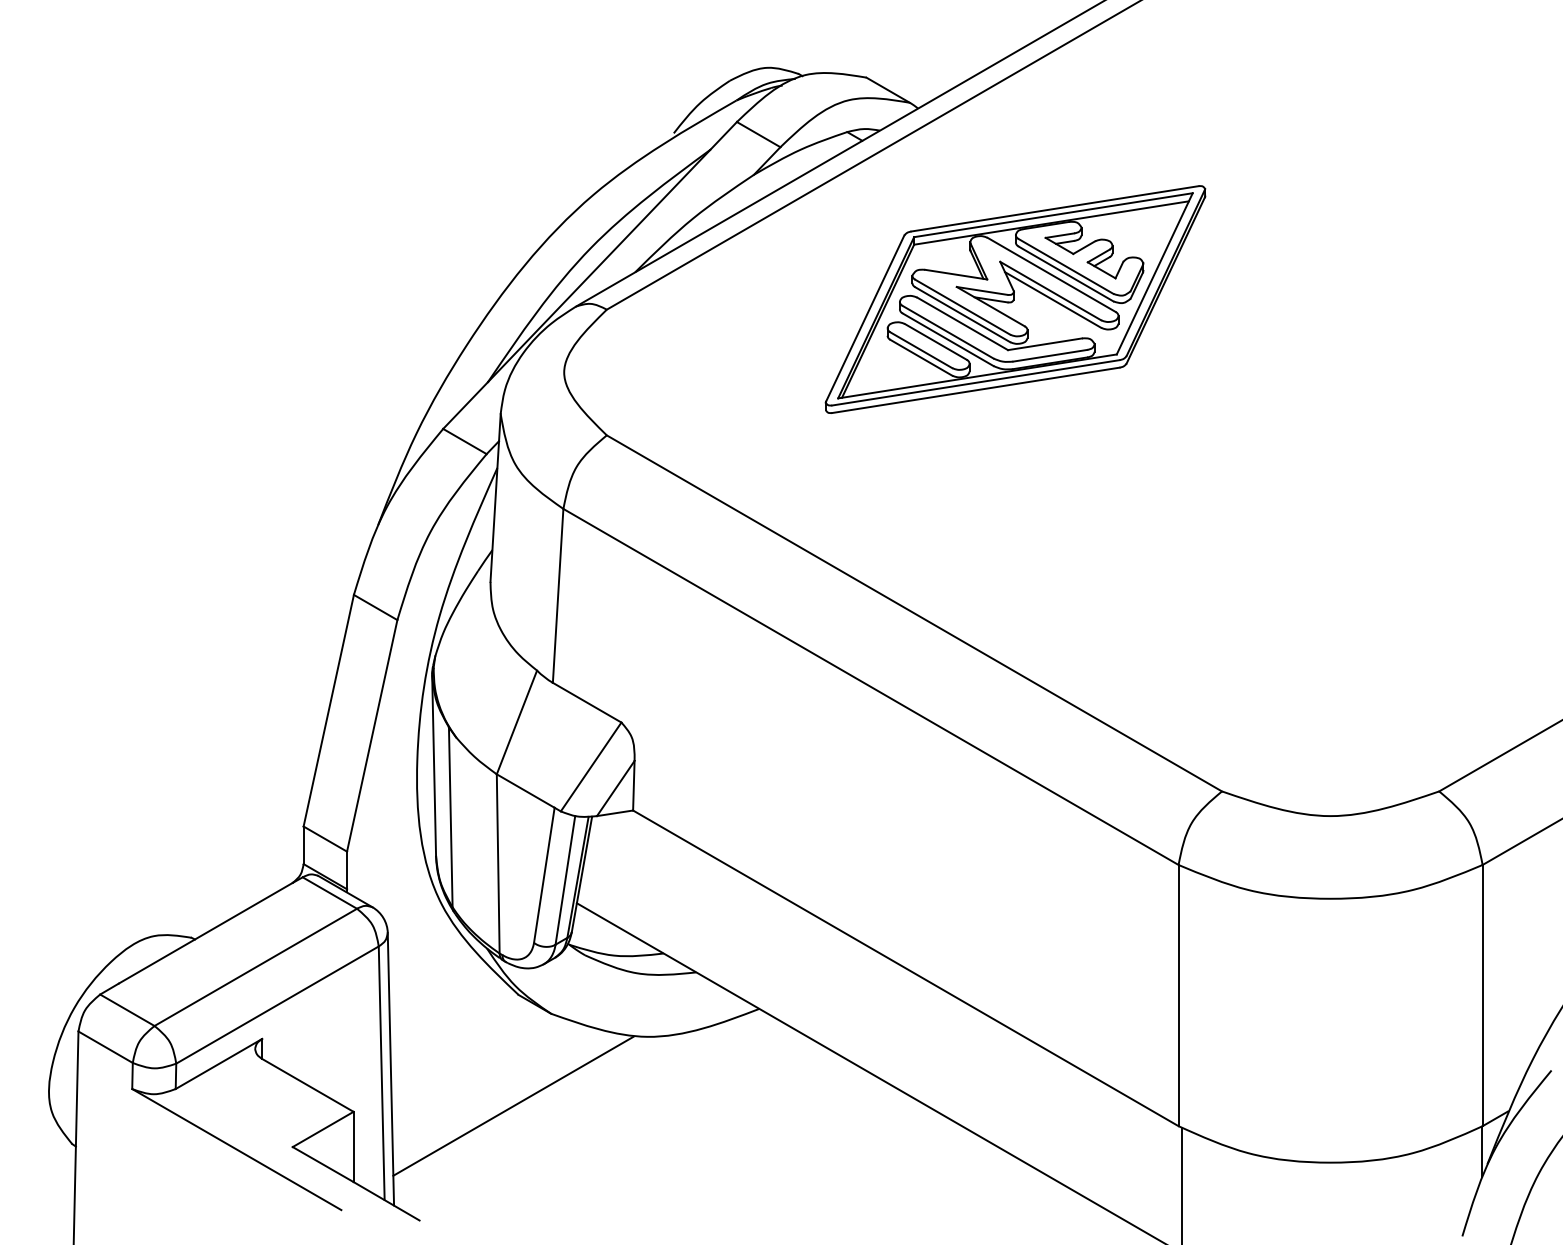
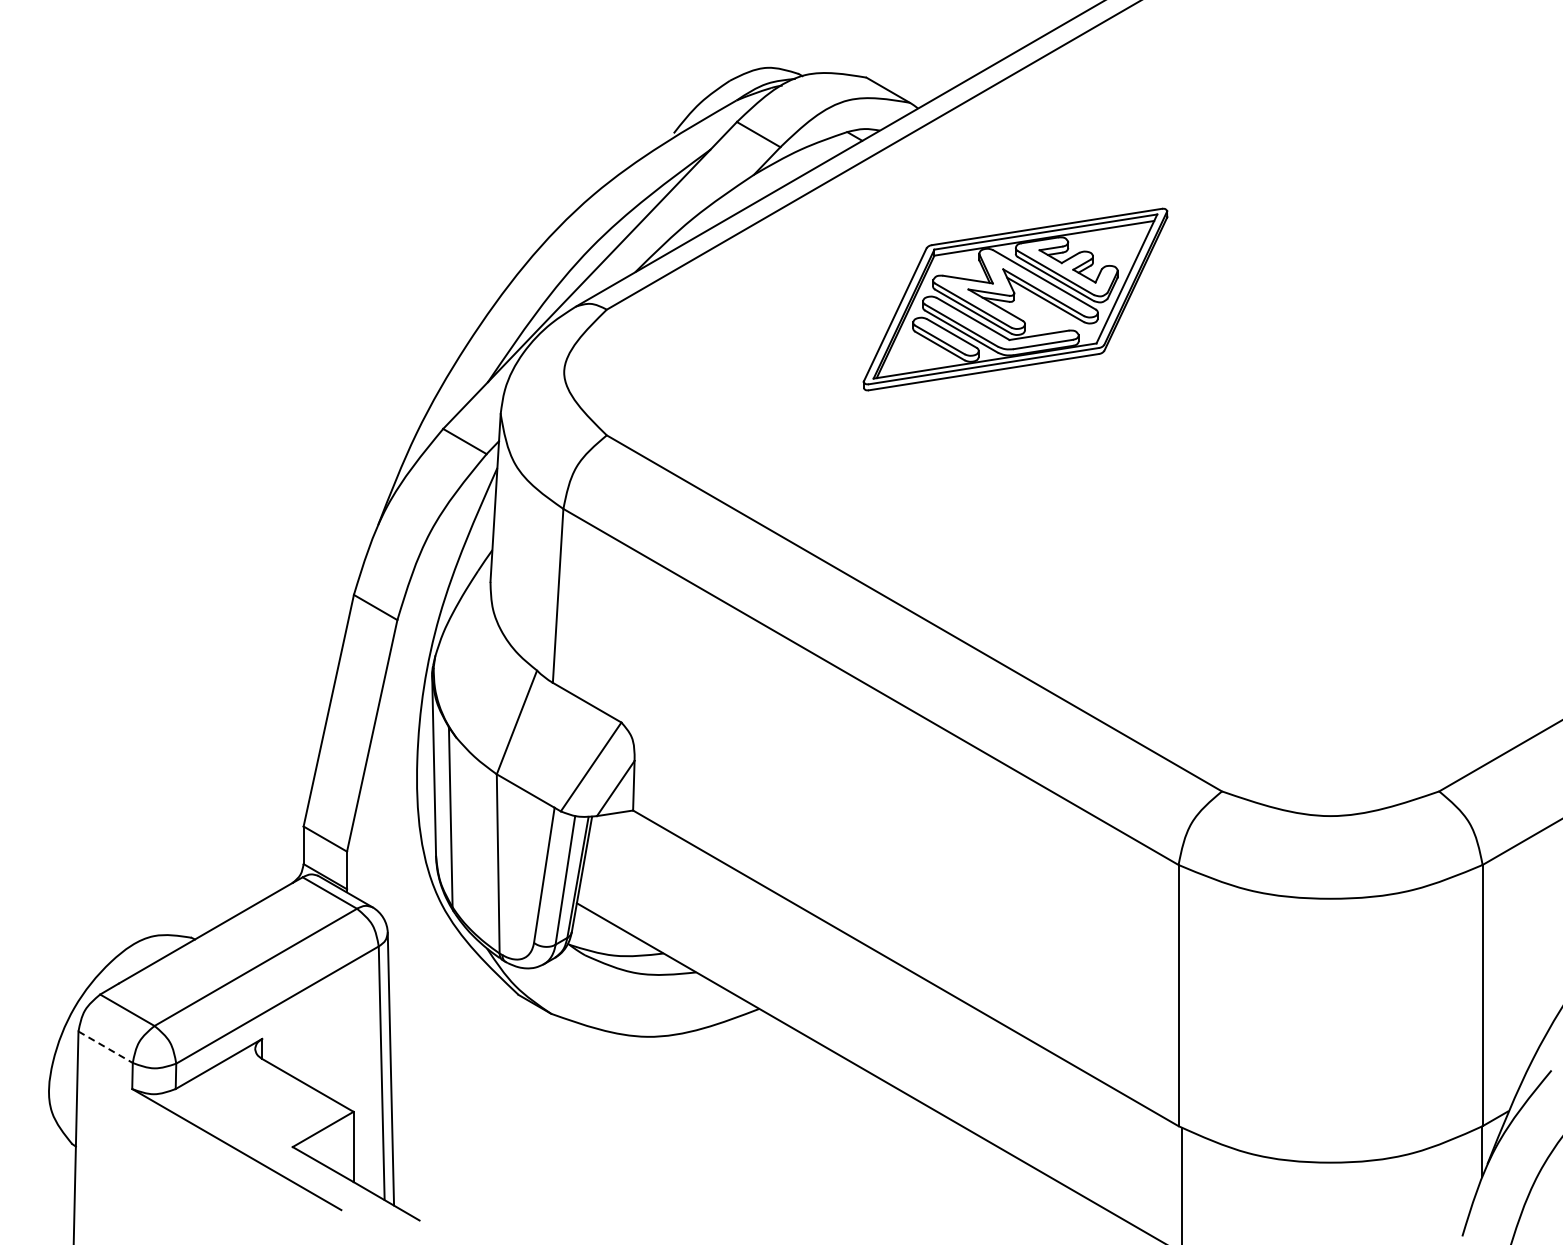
part at (1015, 299) size: 383x229 px -> 307x185 px
line at (106, 1047): solid -> dashed
line at (513, 1105): present -> none
